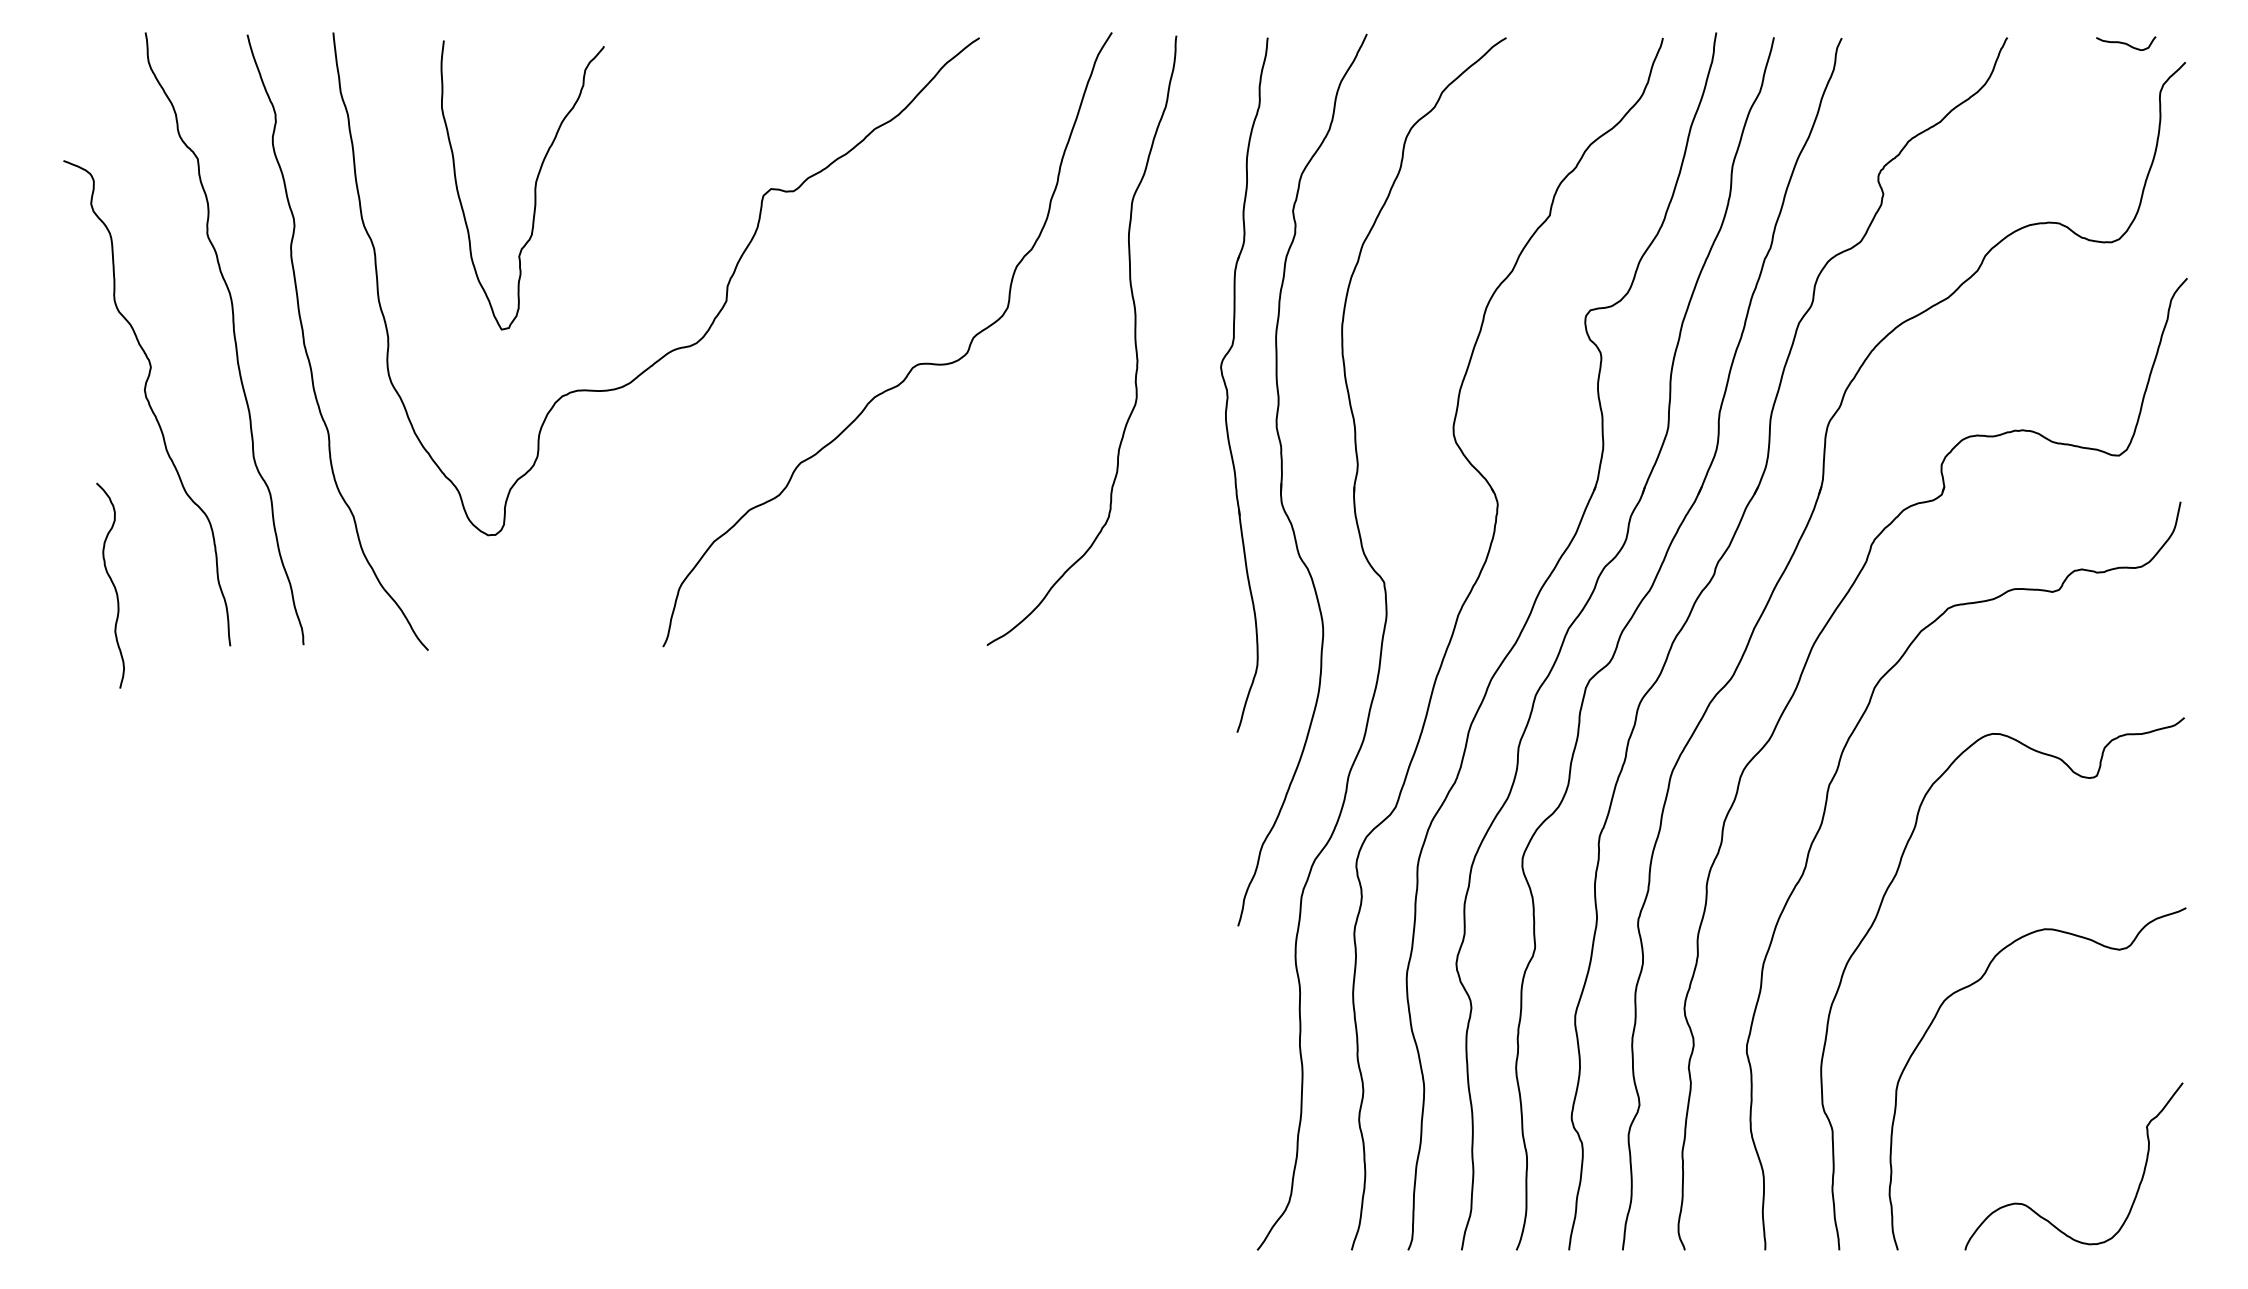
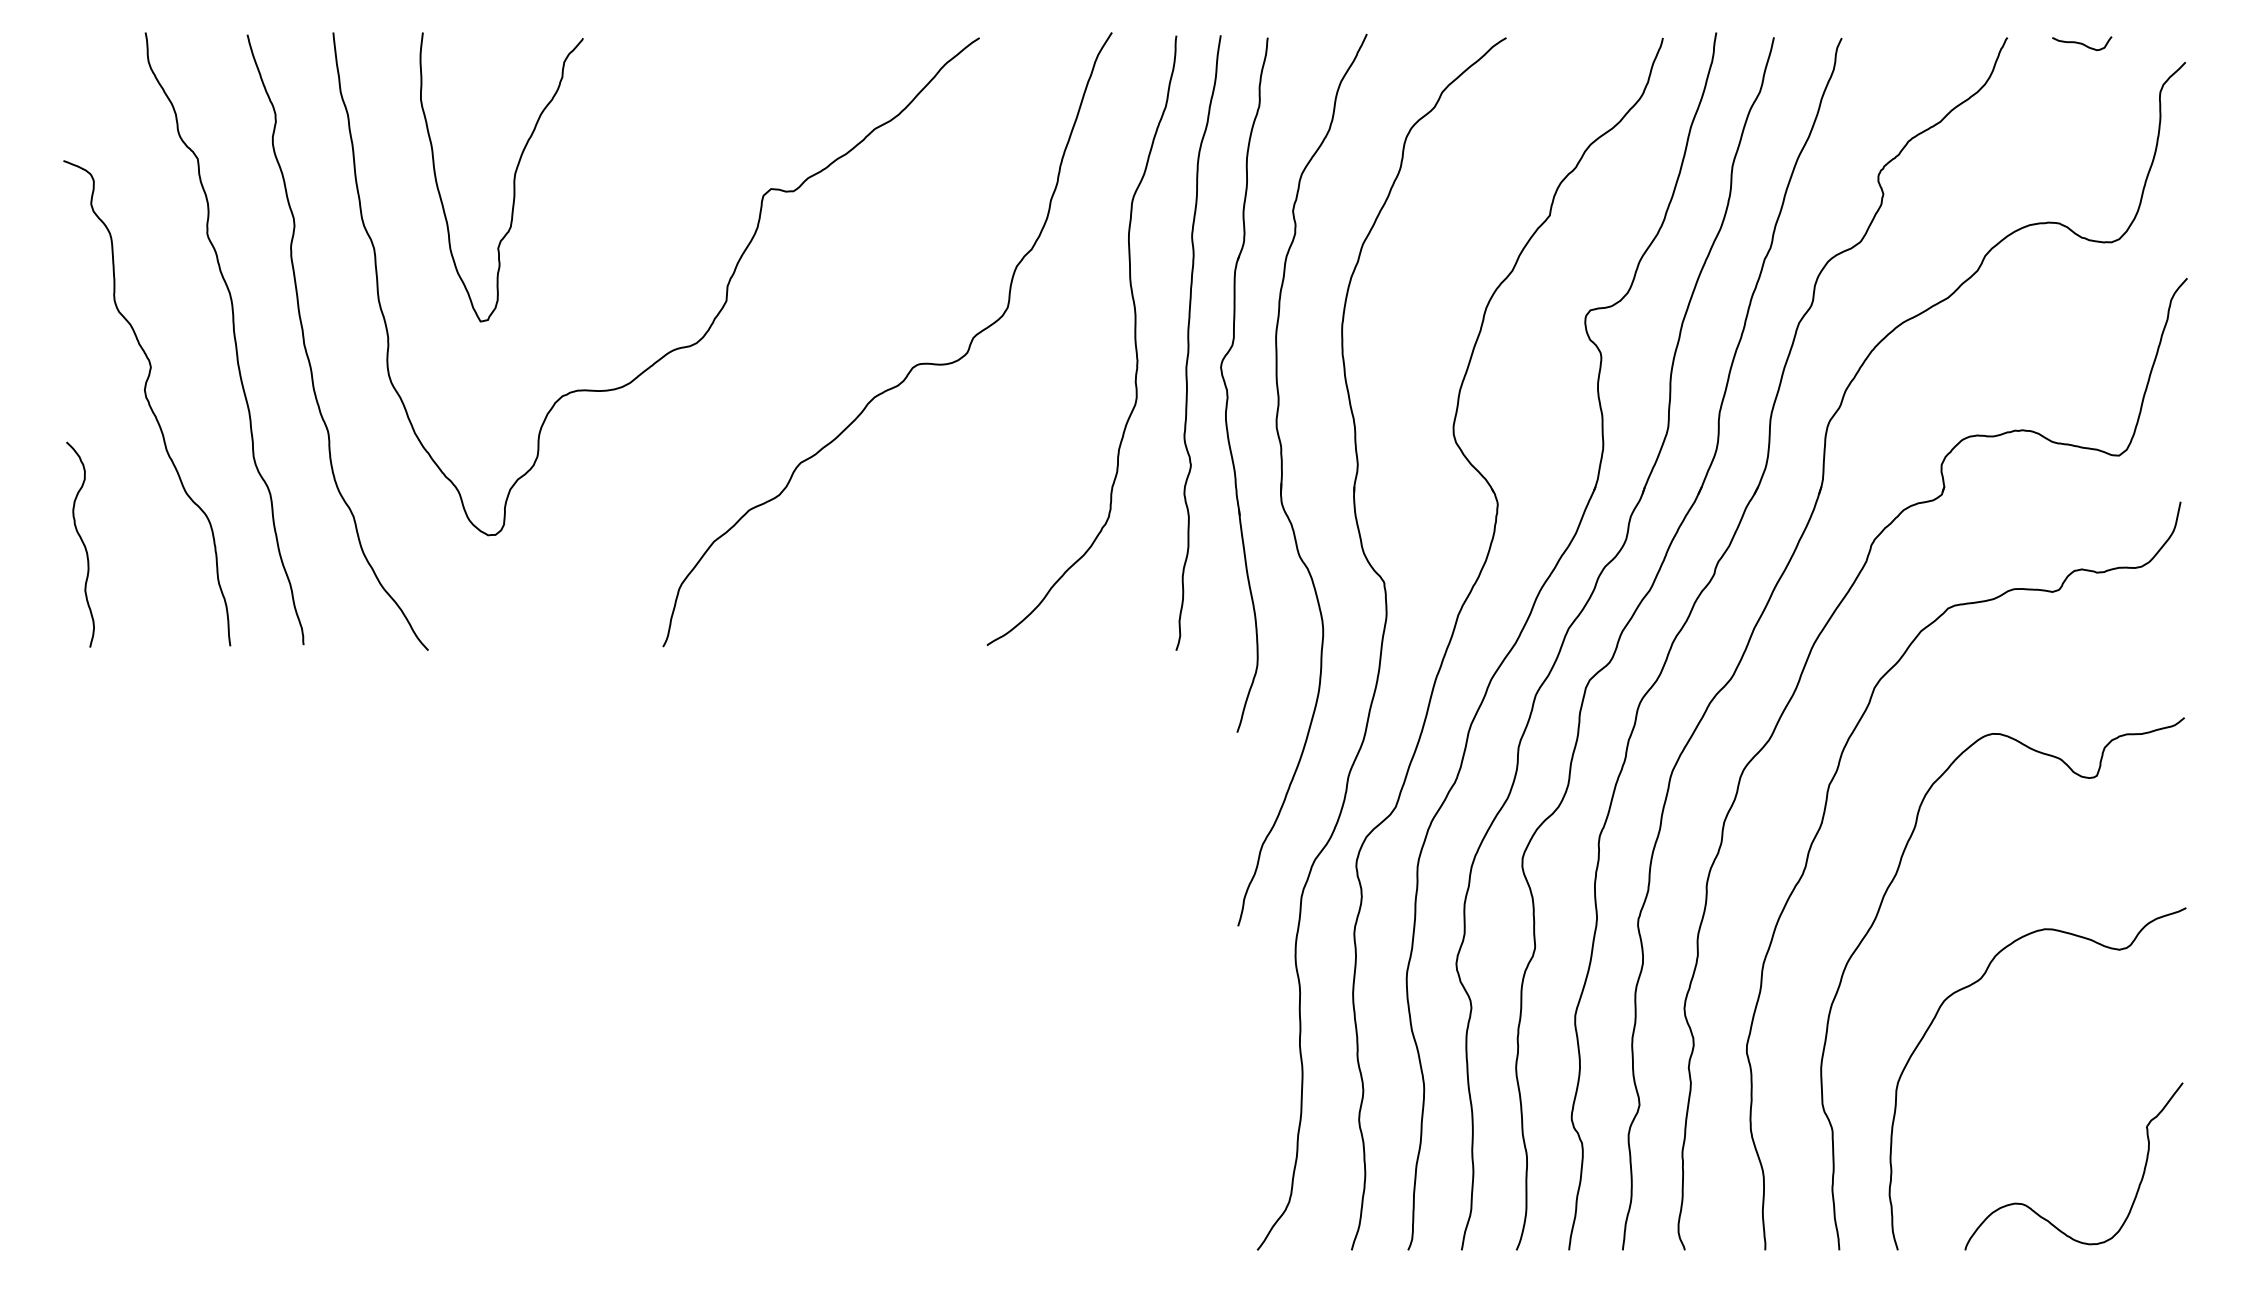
curve at (2126, 43) position: (2126, 43) -> (2082, 43)
curve at (534, 185) position: (534, 185) -> (513, 177)
curve at (1189, 342): none -> present
curve at (112, 584) position: (112, 584) -> (82, 543)
